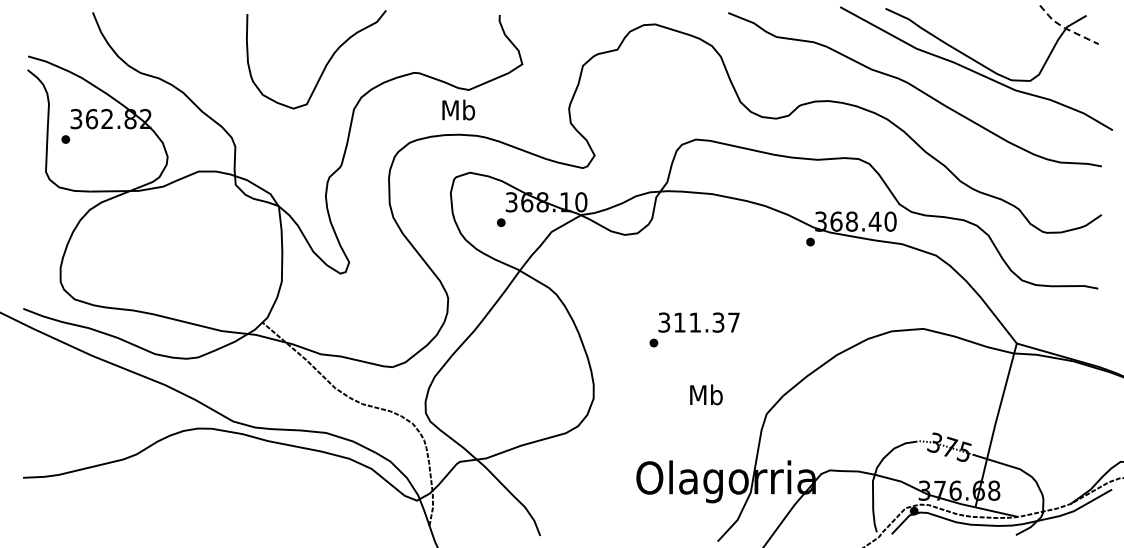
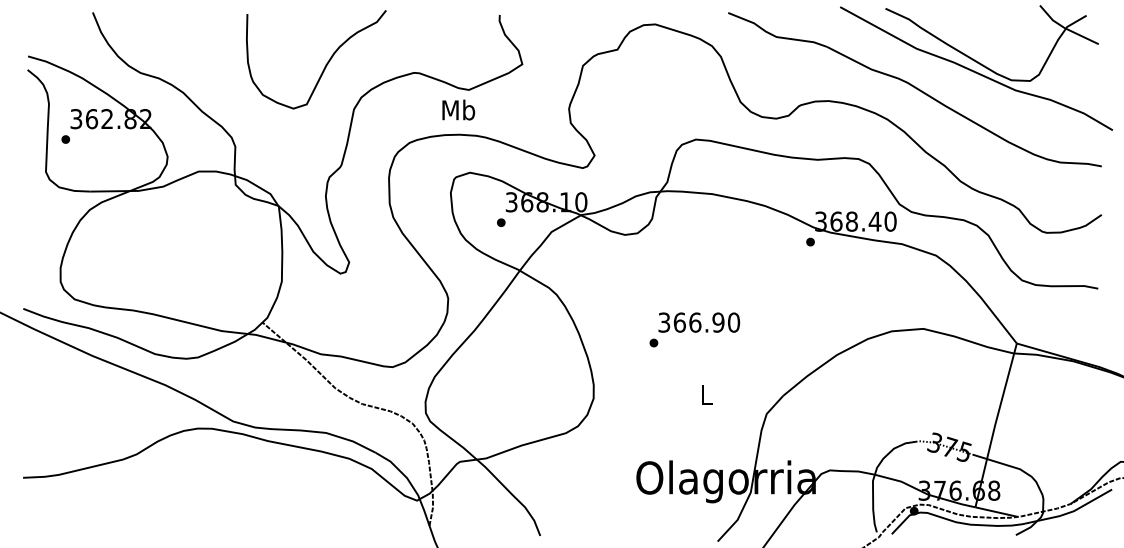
line at (1065, 28): dashed -> solid
text at (706, 322): 311.37 -> 366.90
text at (706, 394): Mb -> L
